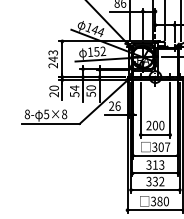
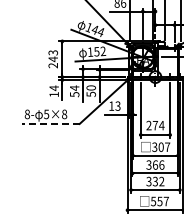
text at (53, 91): 20 -> 14
text at (114, 105): 26 -> 13
line at (50, 123): solid -> dashed
text at (158, 125): 200 -> 274
text at (158, 164): 313 -> 366
text at (159, 201): 380 -> 557
